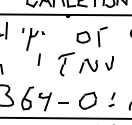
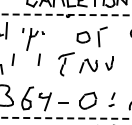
line at (66, 14): solid -> dashed
line at (12, 59): none -> present
line at (66, 118): solid -> dashed
